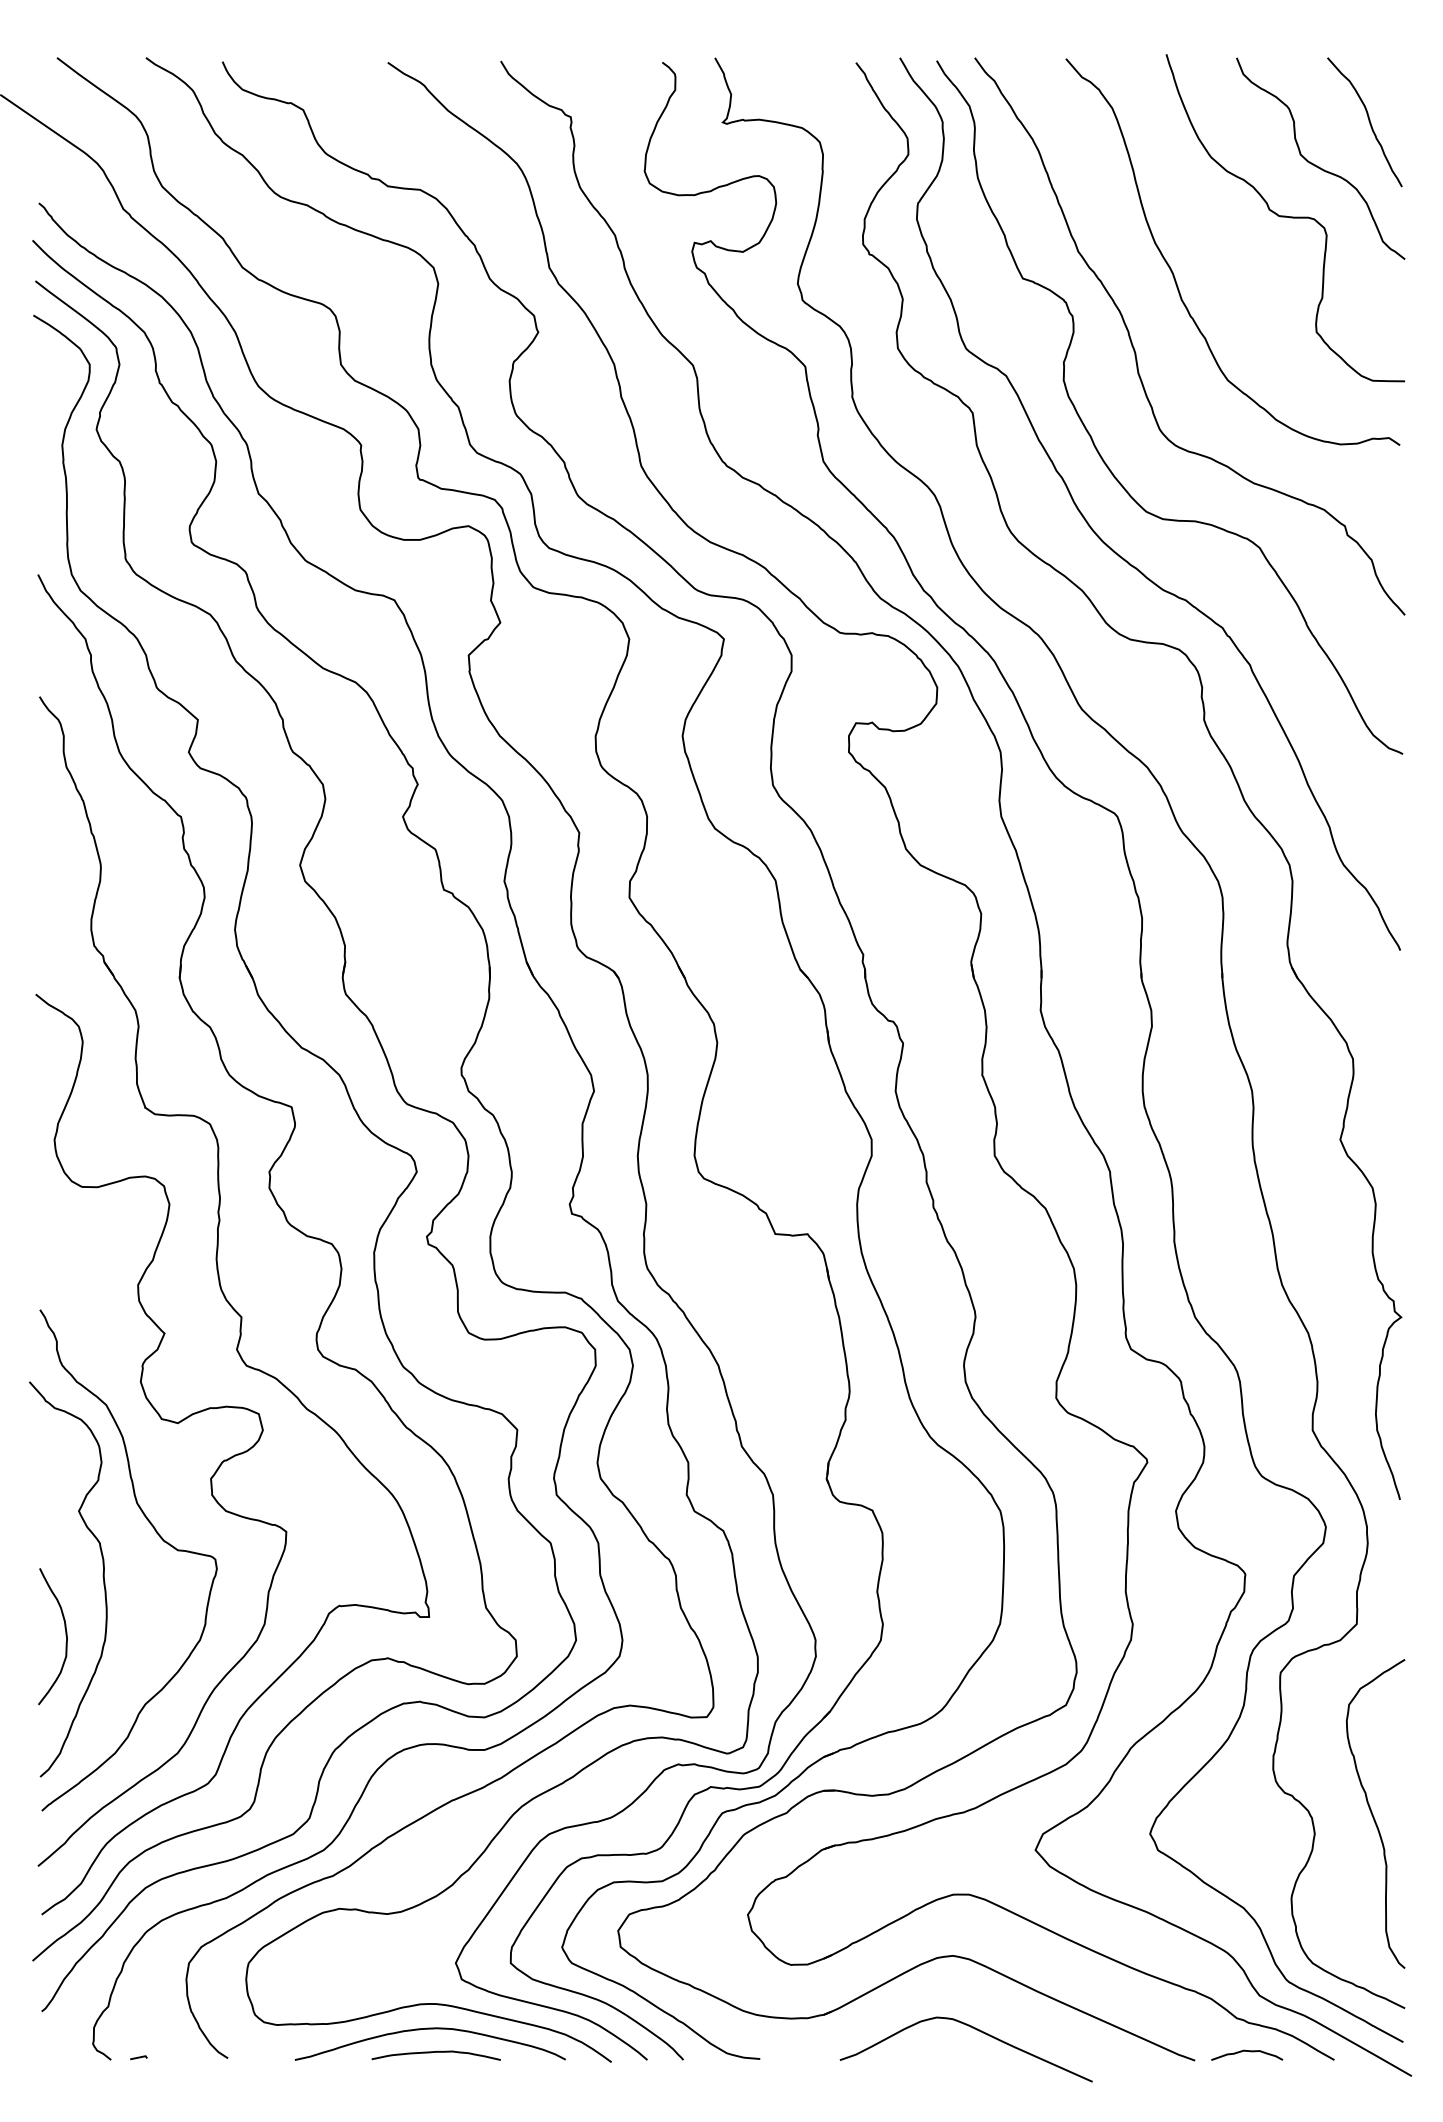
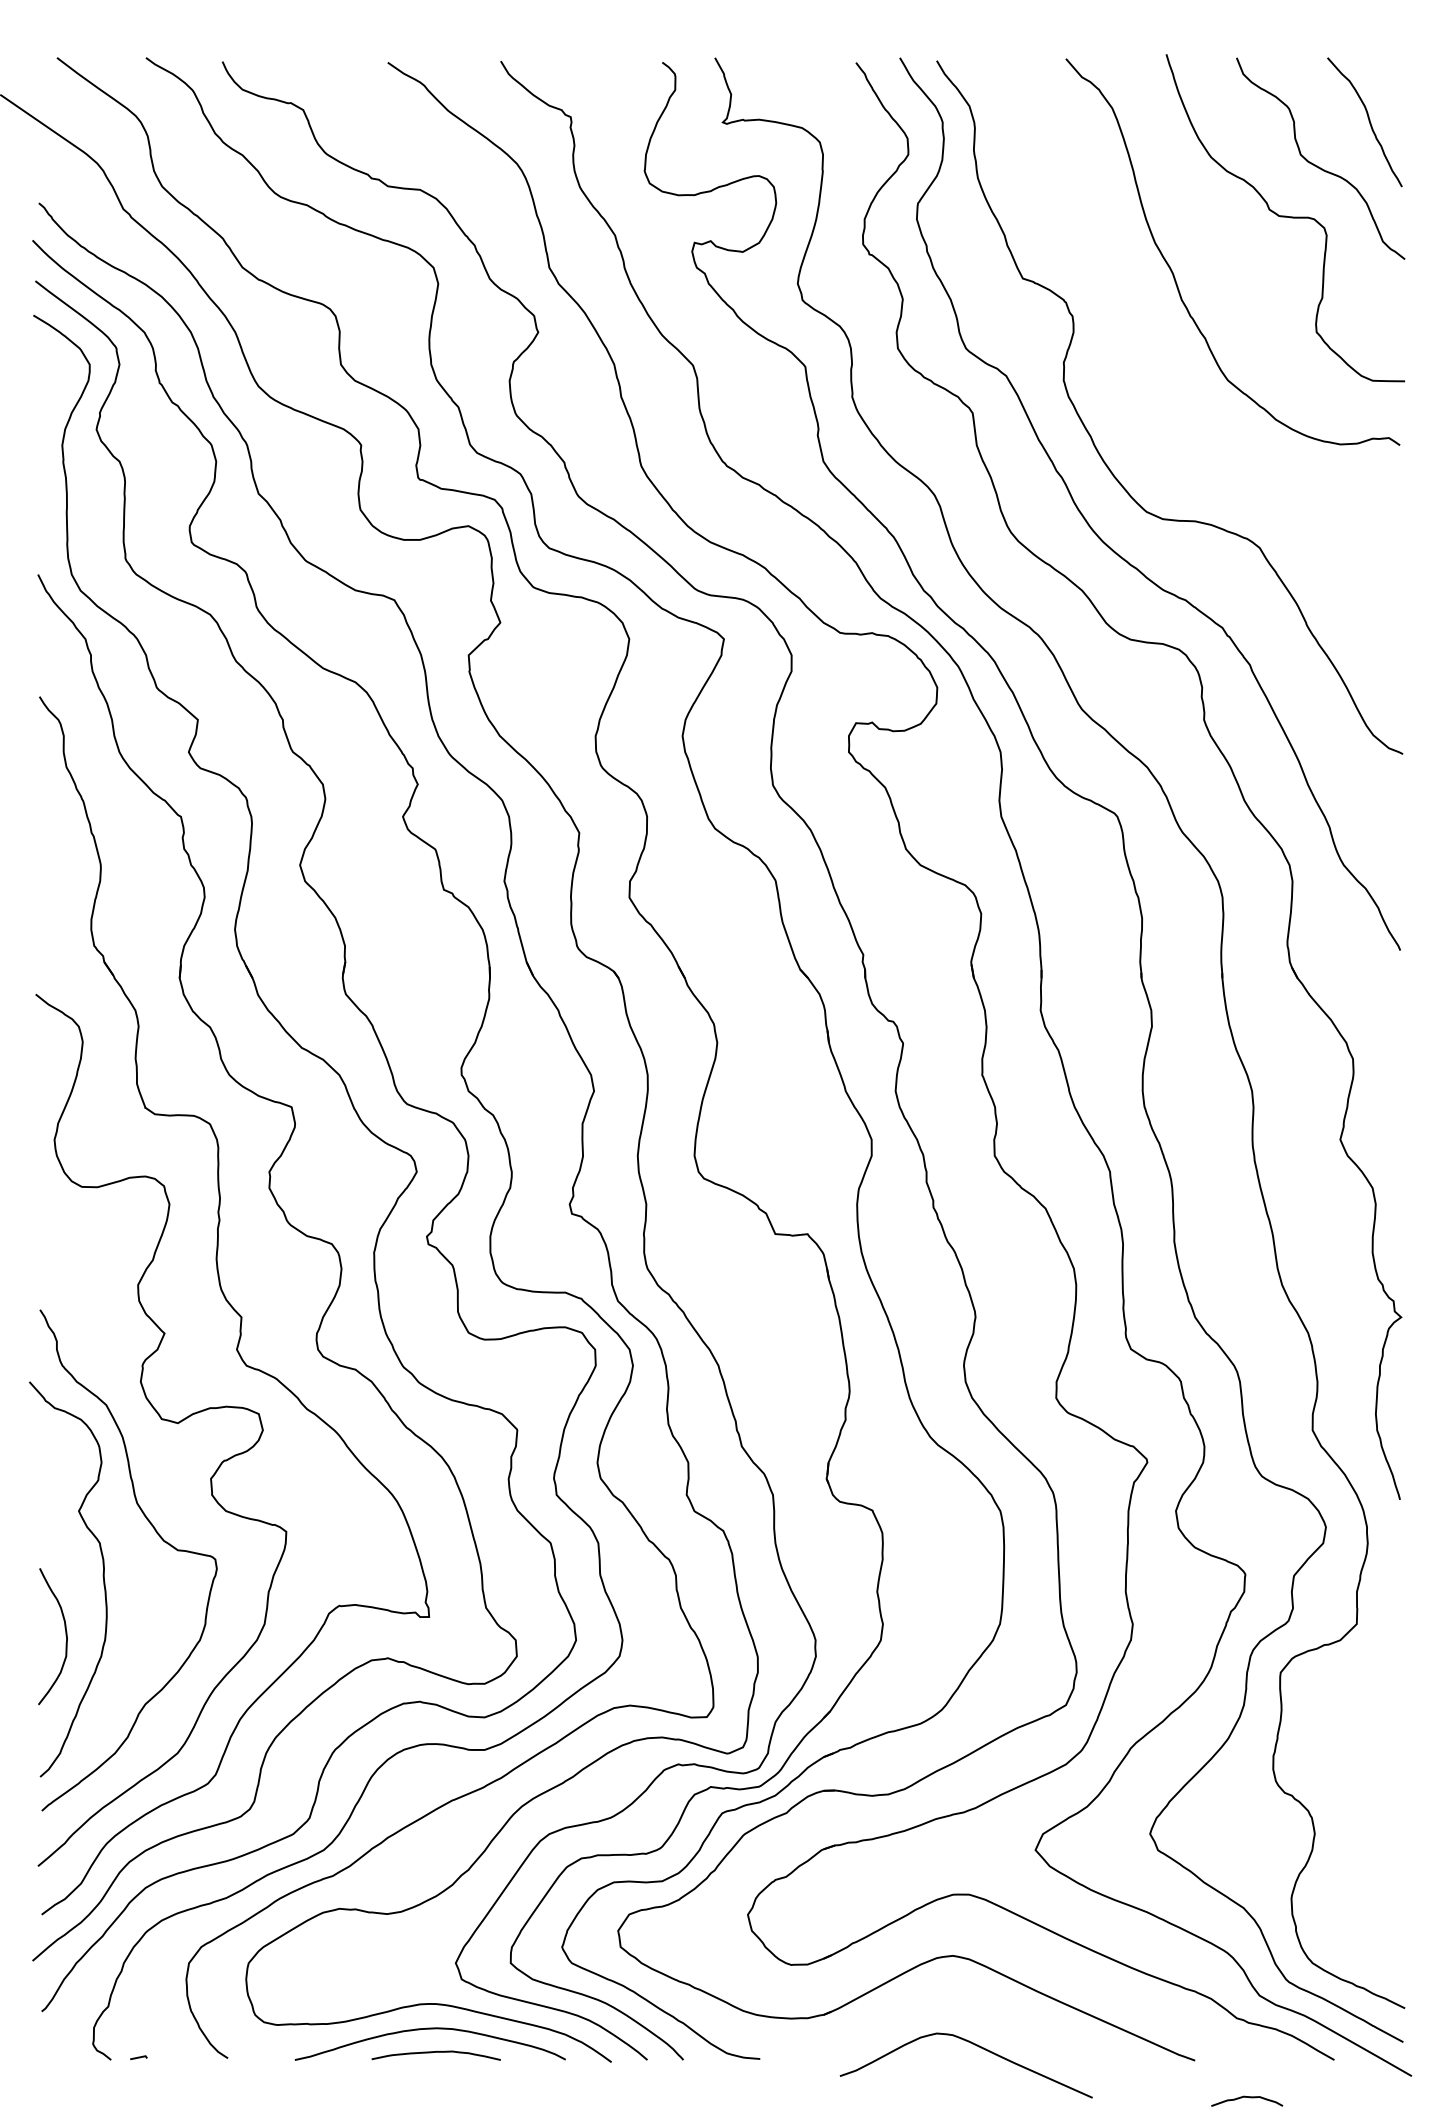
curve at (1136, 353): present -> none
curve at (1373, 1814): present -> none
curve at (974, 2029) position: (974, 2029) -> (974, 2045)
curve at (1247, 2051) position: (1247, 2051) -> (1247, 2097)
